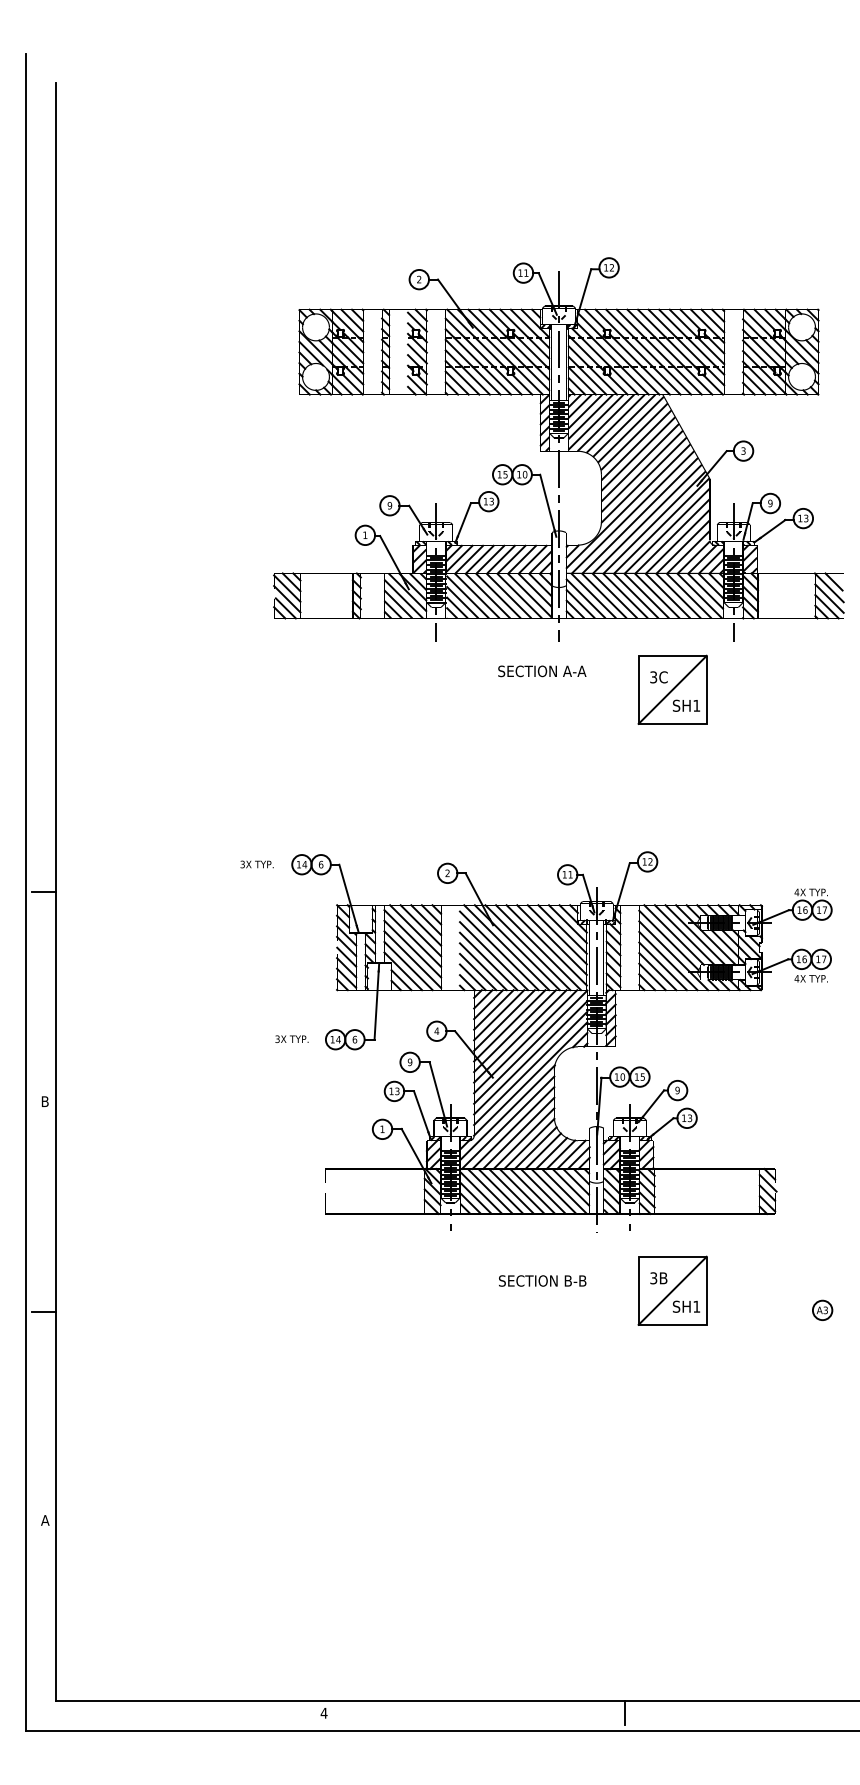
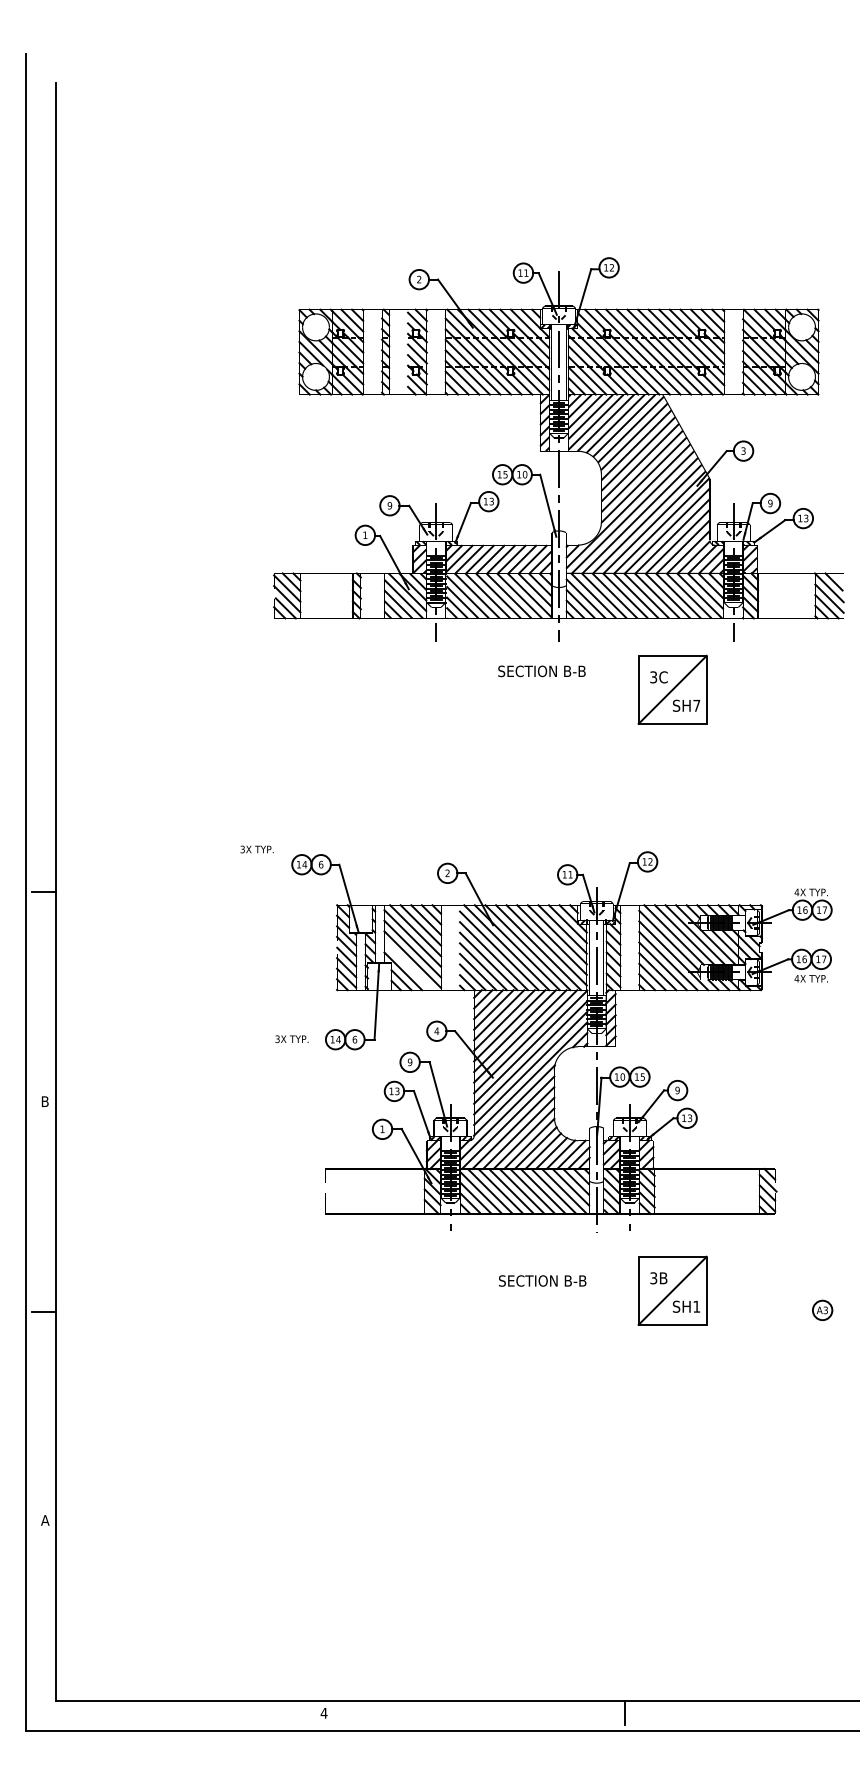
text at (574, 670): SECTION A-A -> SECTION B-B
text at (696, 705): SH1 -> SH7
text at (256, 864) position: (256, 864) -> (256, 849)
line at (408, 965): present -> none
